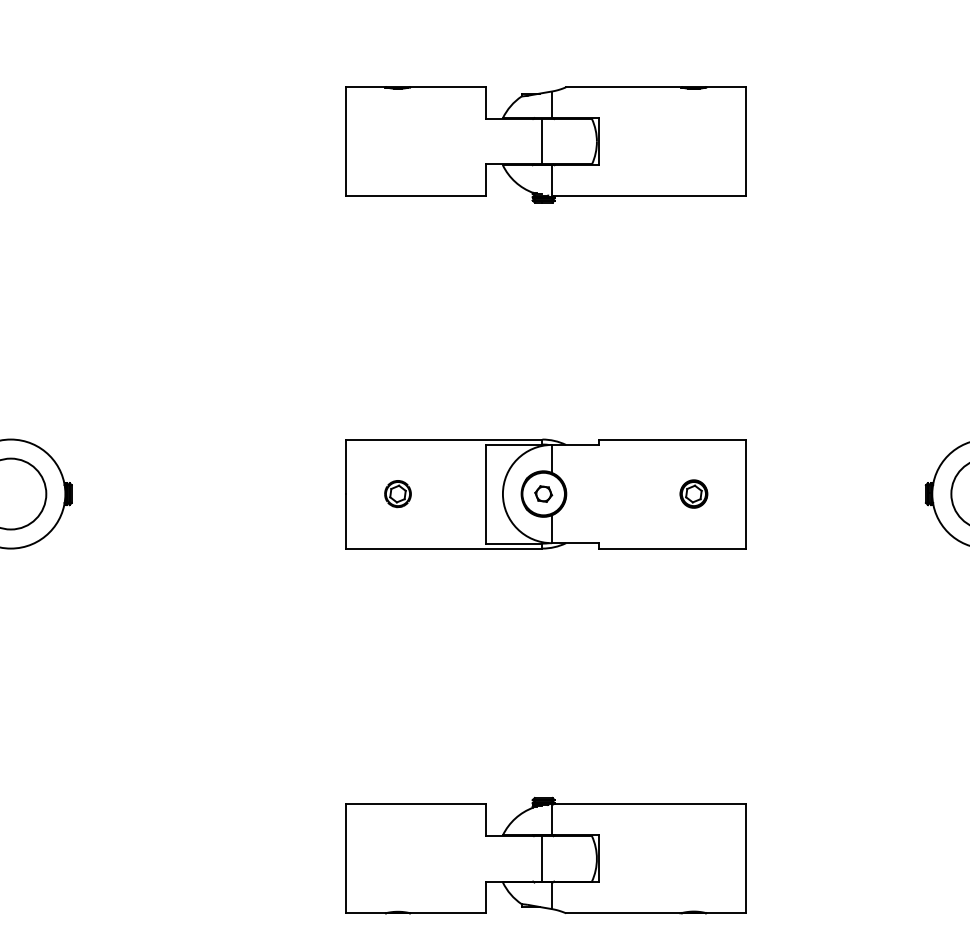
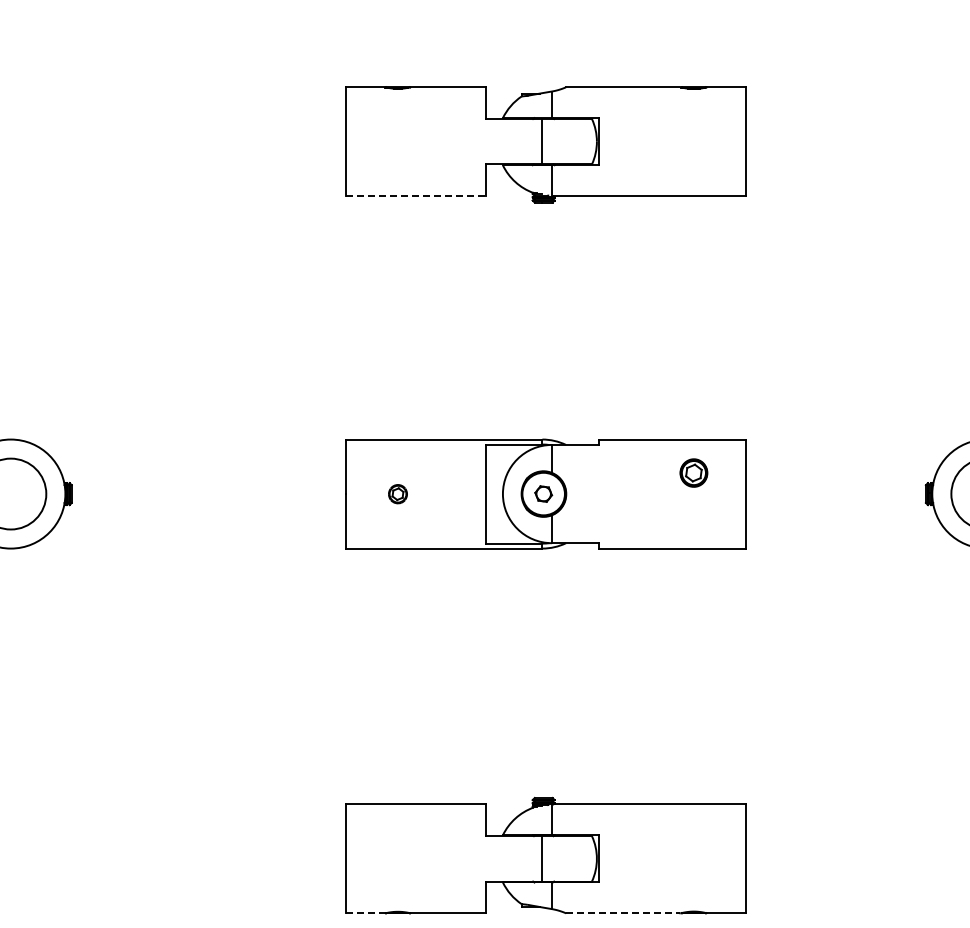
line at (416, 196): solid -> dashed
part at (693, 493) position: (693, 493) -> (693, 472)
part at (397, 494) size: 28x29 px -> 20x21 px
line at (366, 913): solid -> dashed
line at (623, 913): solid -> dashed
